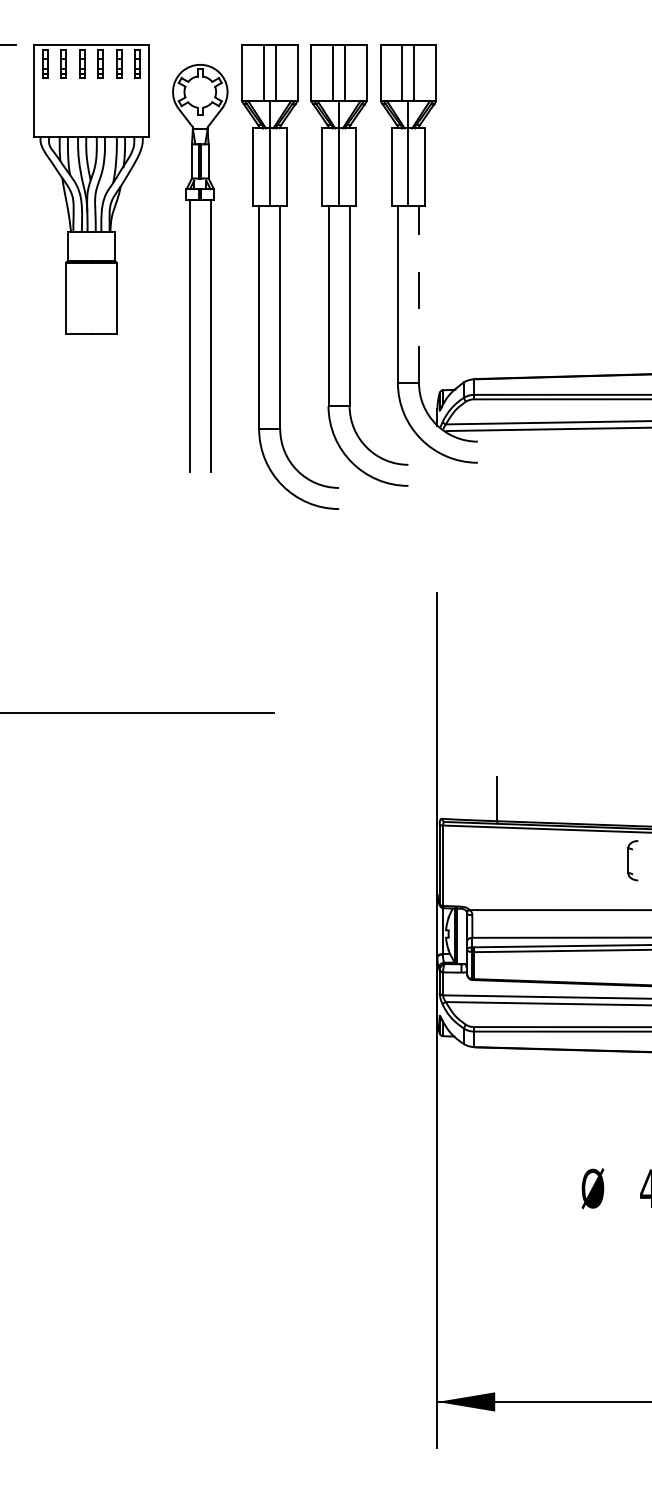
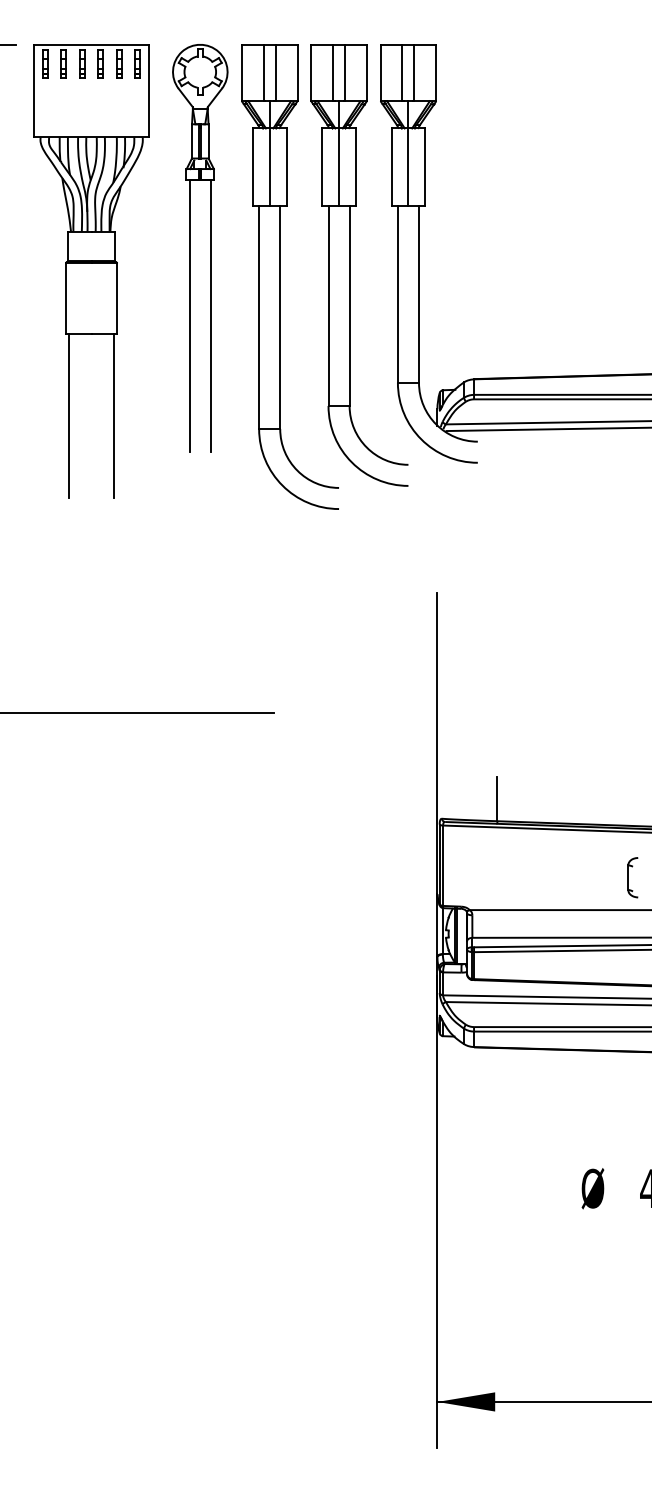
part at (190, 268) position: (190, 268) -> (190, 248)
line at (419, 294): dashed -> solid
line at (69, 415): none -> present
line at (114, 415): none -> present
part at (632, 860) position: (632, 860) -> (632, 877)
